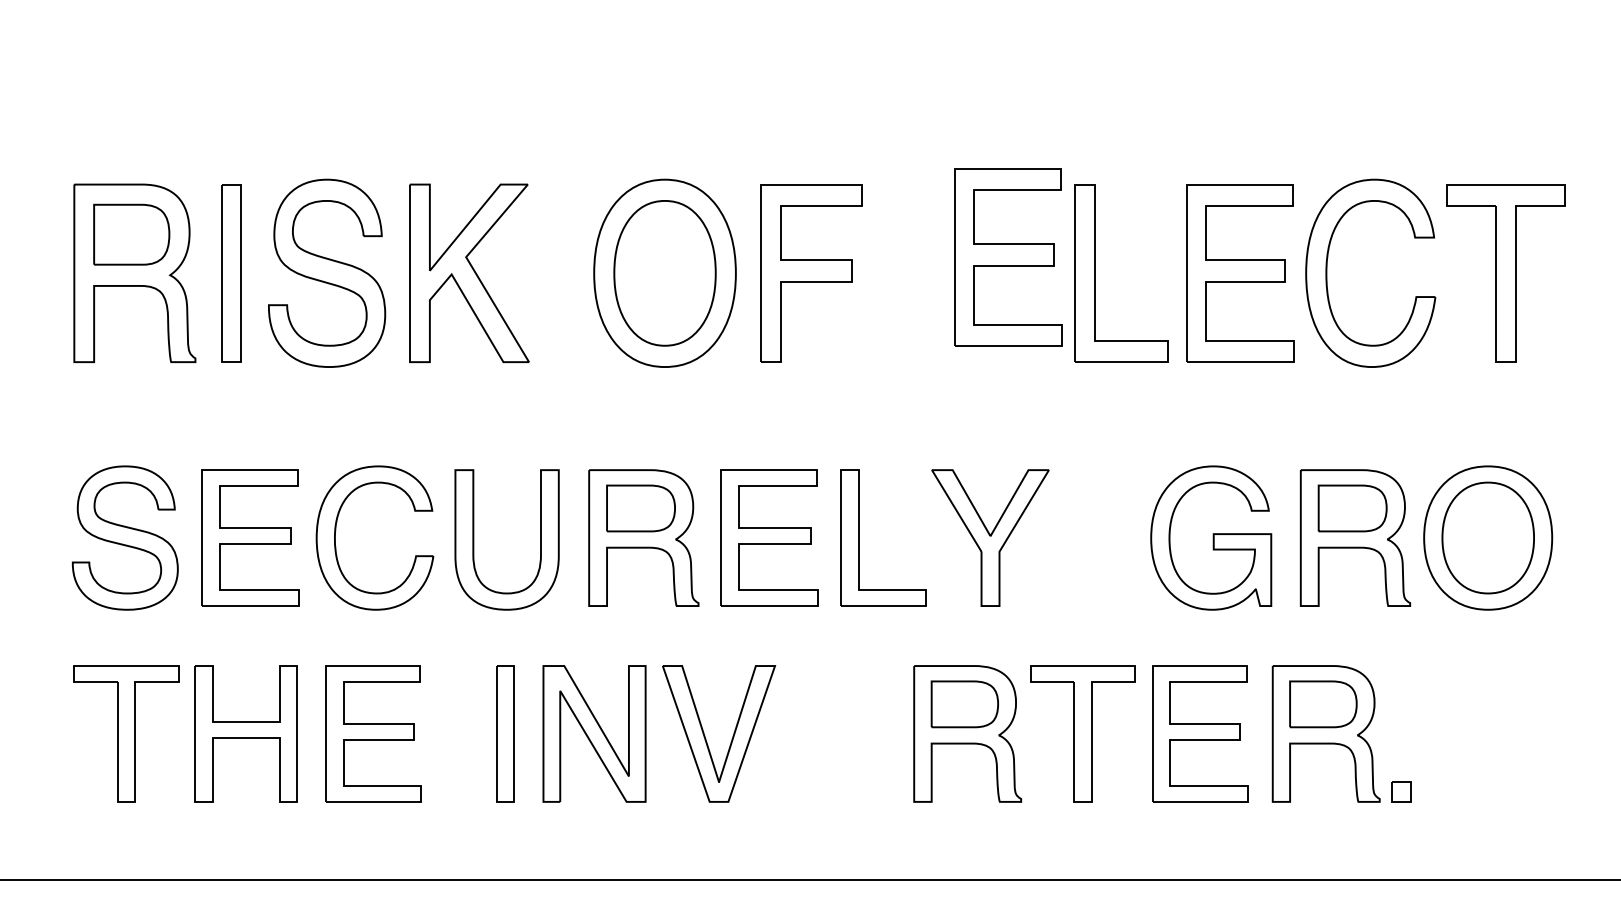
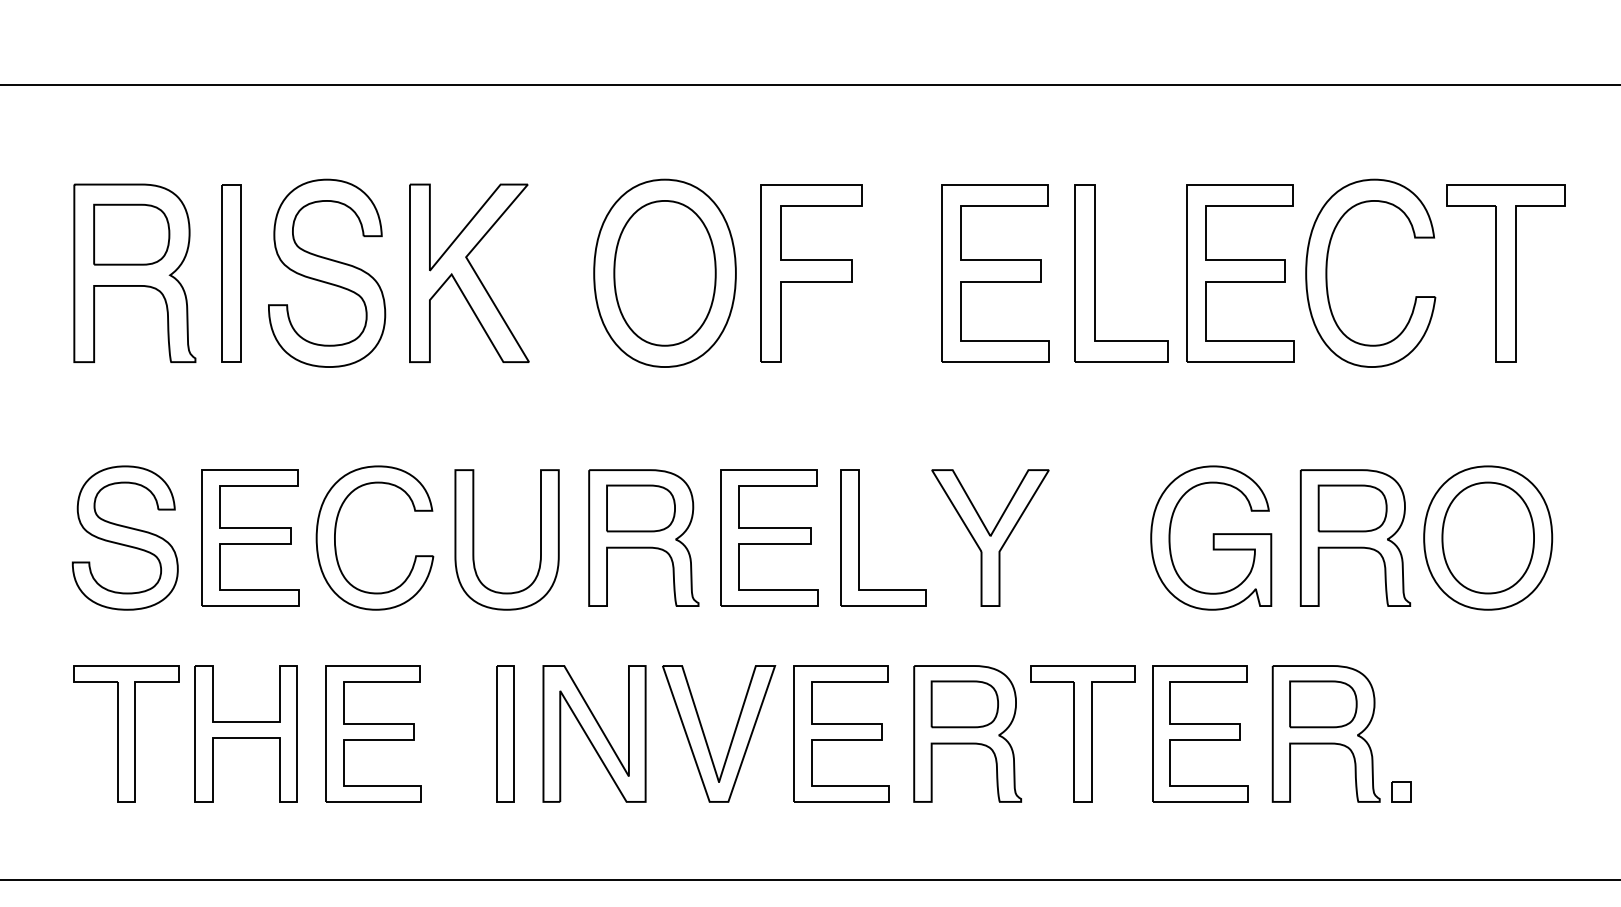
line at (809, 84): none -> present
part at (1008, 257) position: (1008, 257) -> (995, 273)
part at (841, 733): none -> present
